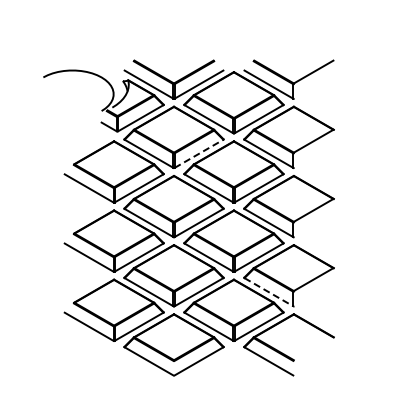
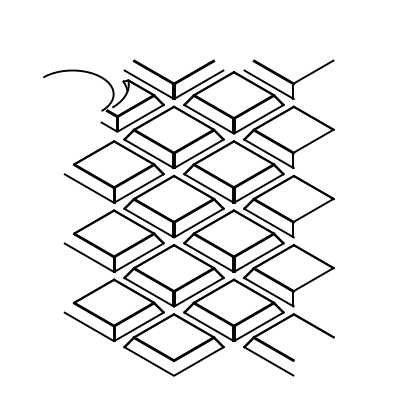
line at (199, 153): dashed -> solid
line at (269, 292): dashed -> solid
